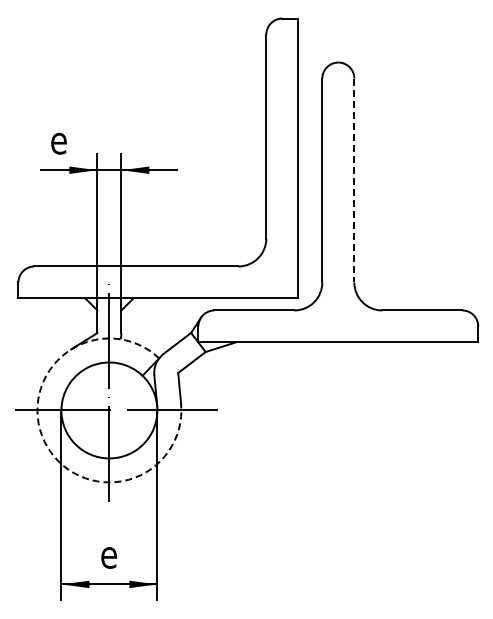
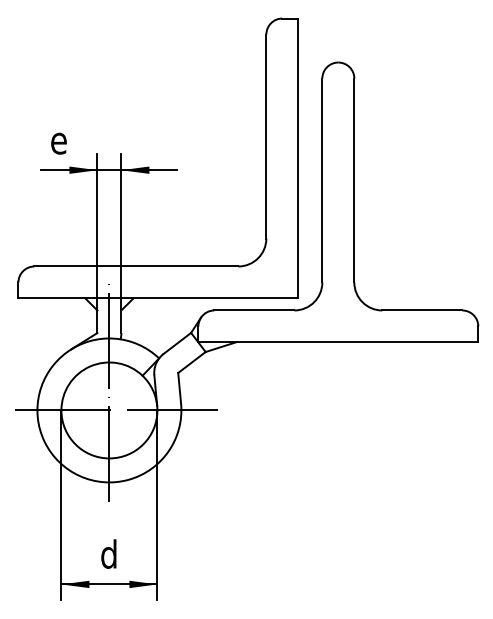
line at (354, 180): dashed -> solid
arc at (44, 441): dashed -> solid
text at (109, 553): e -> d
